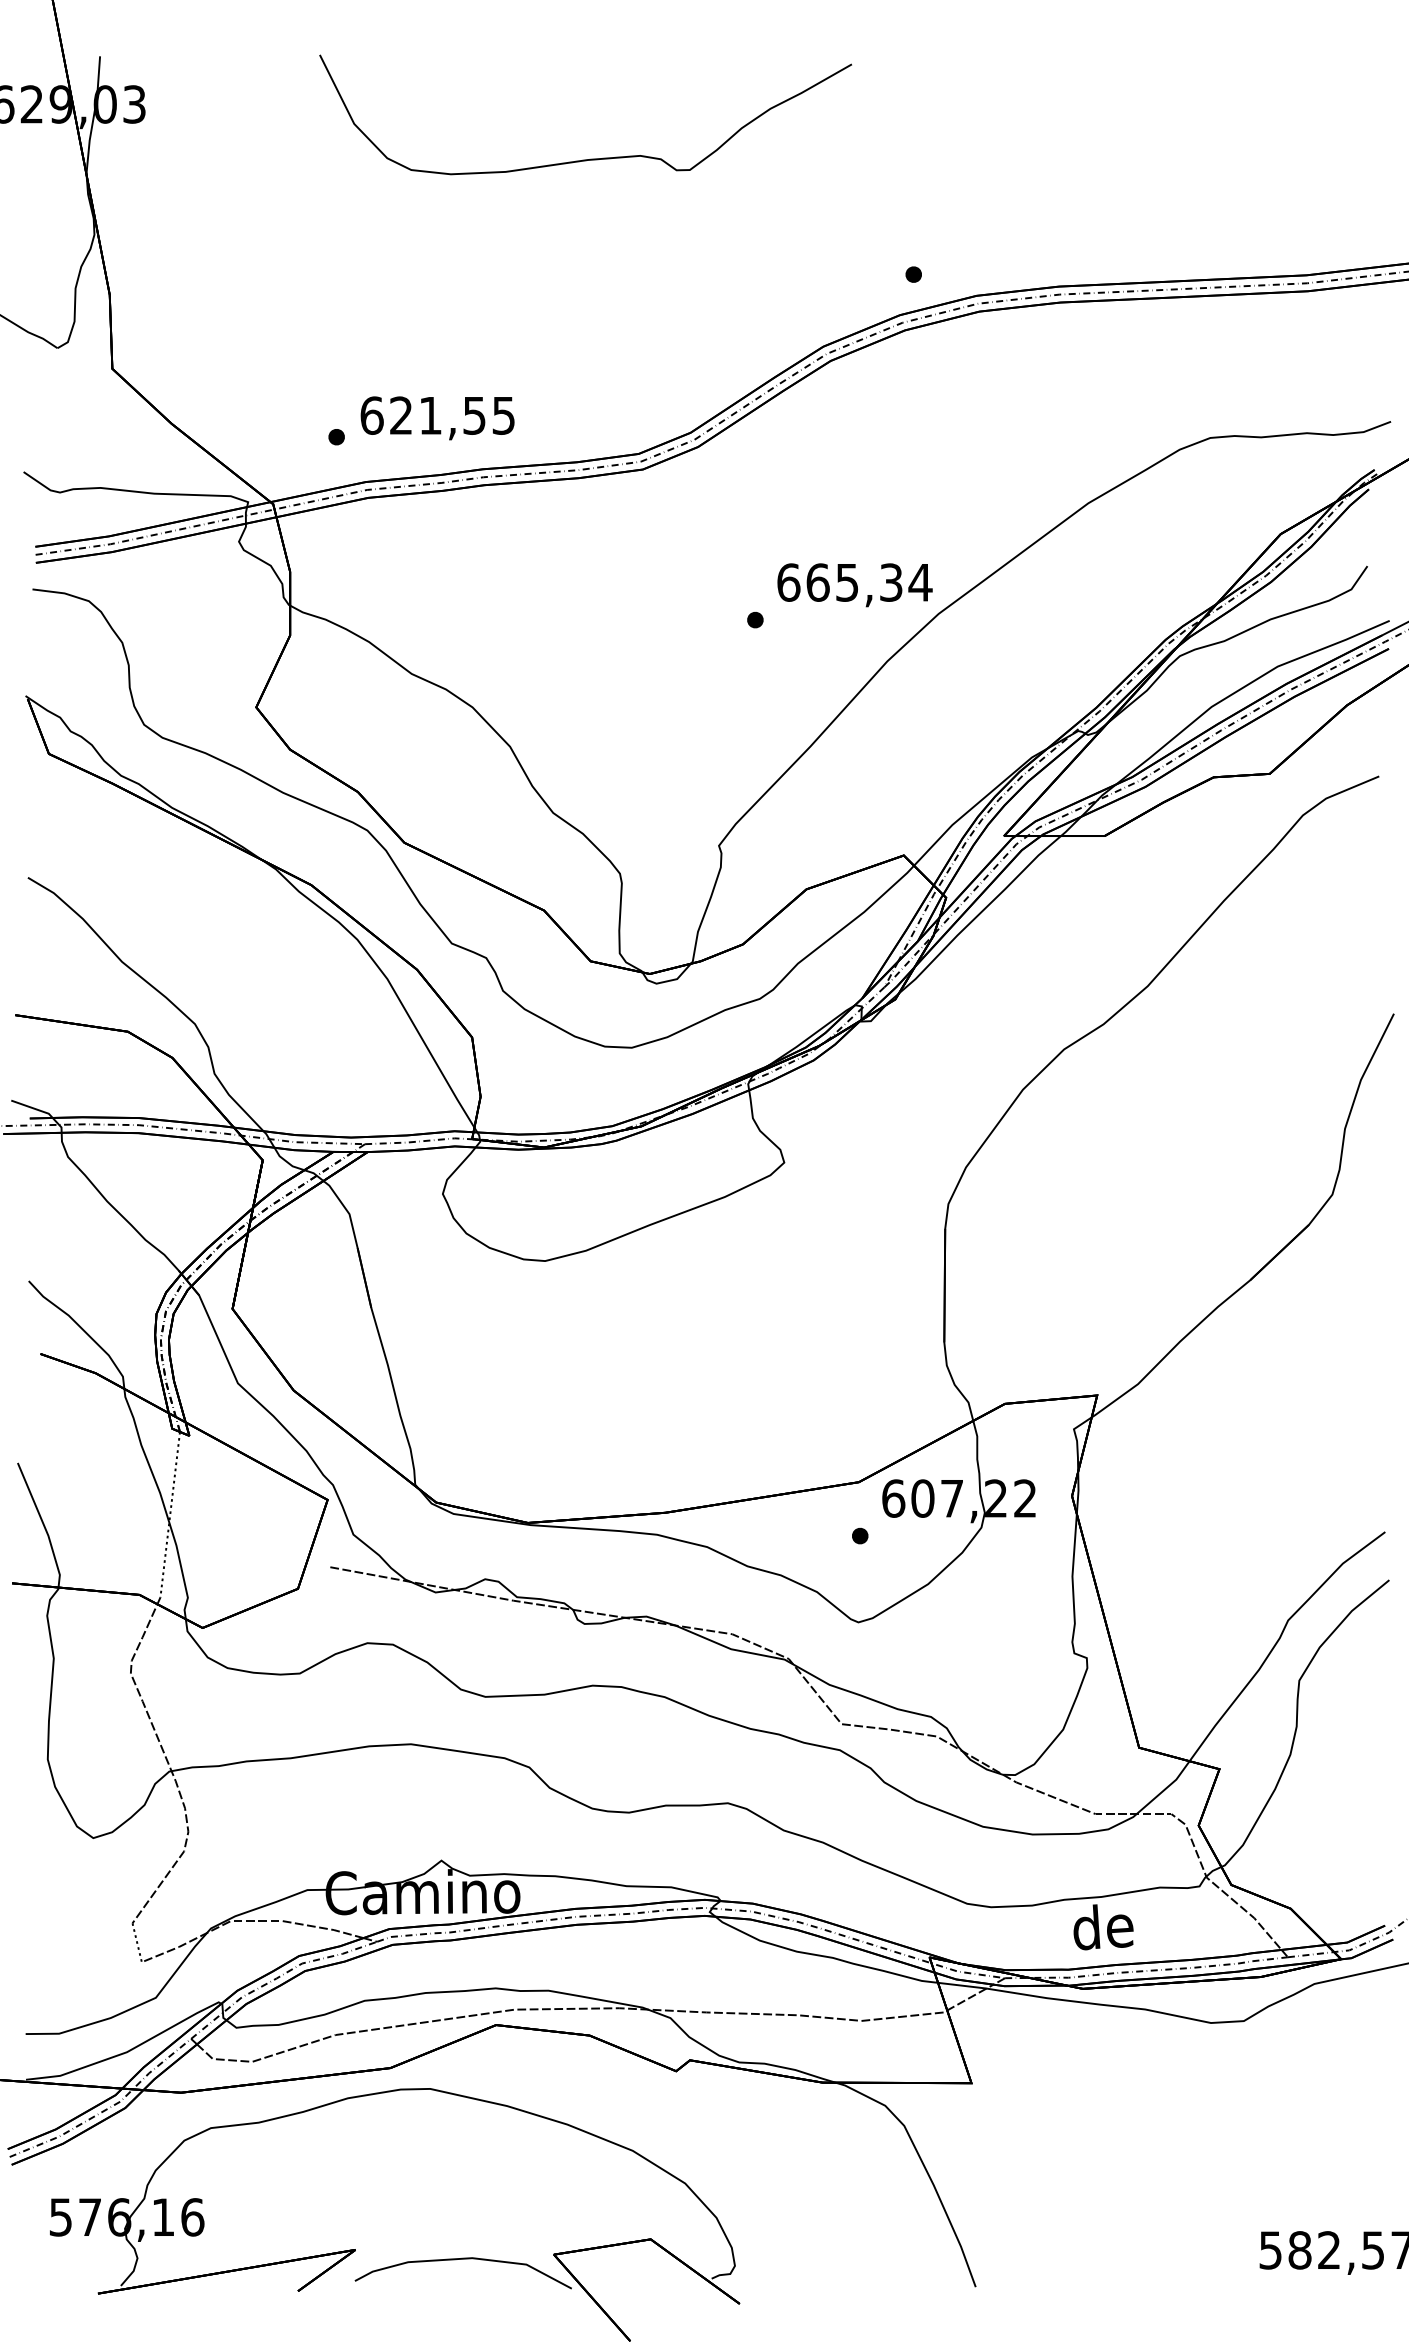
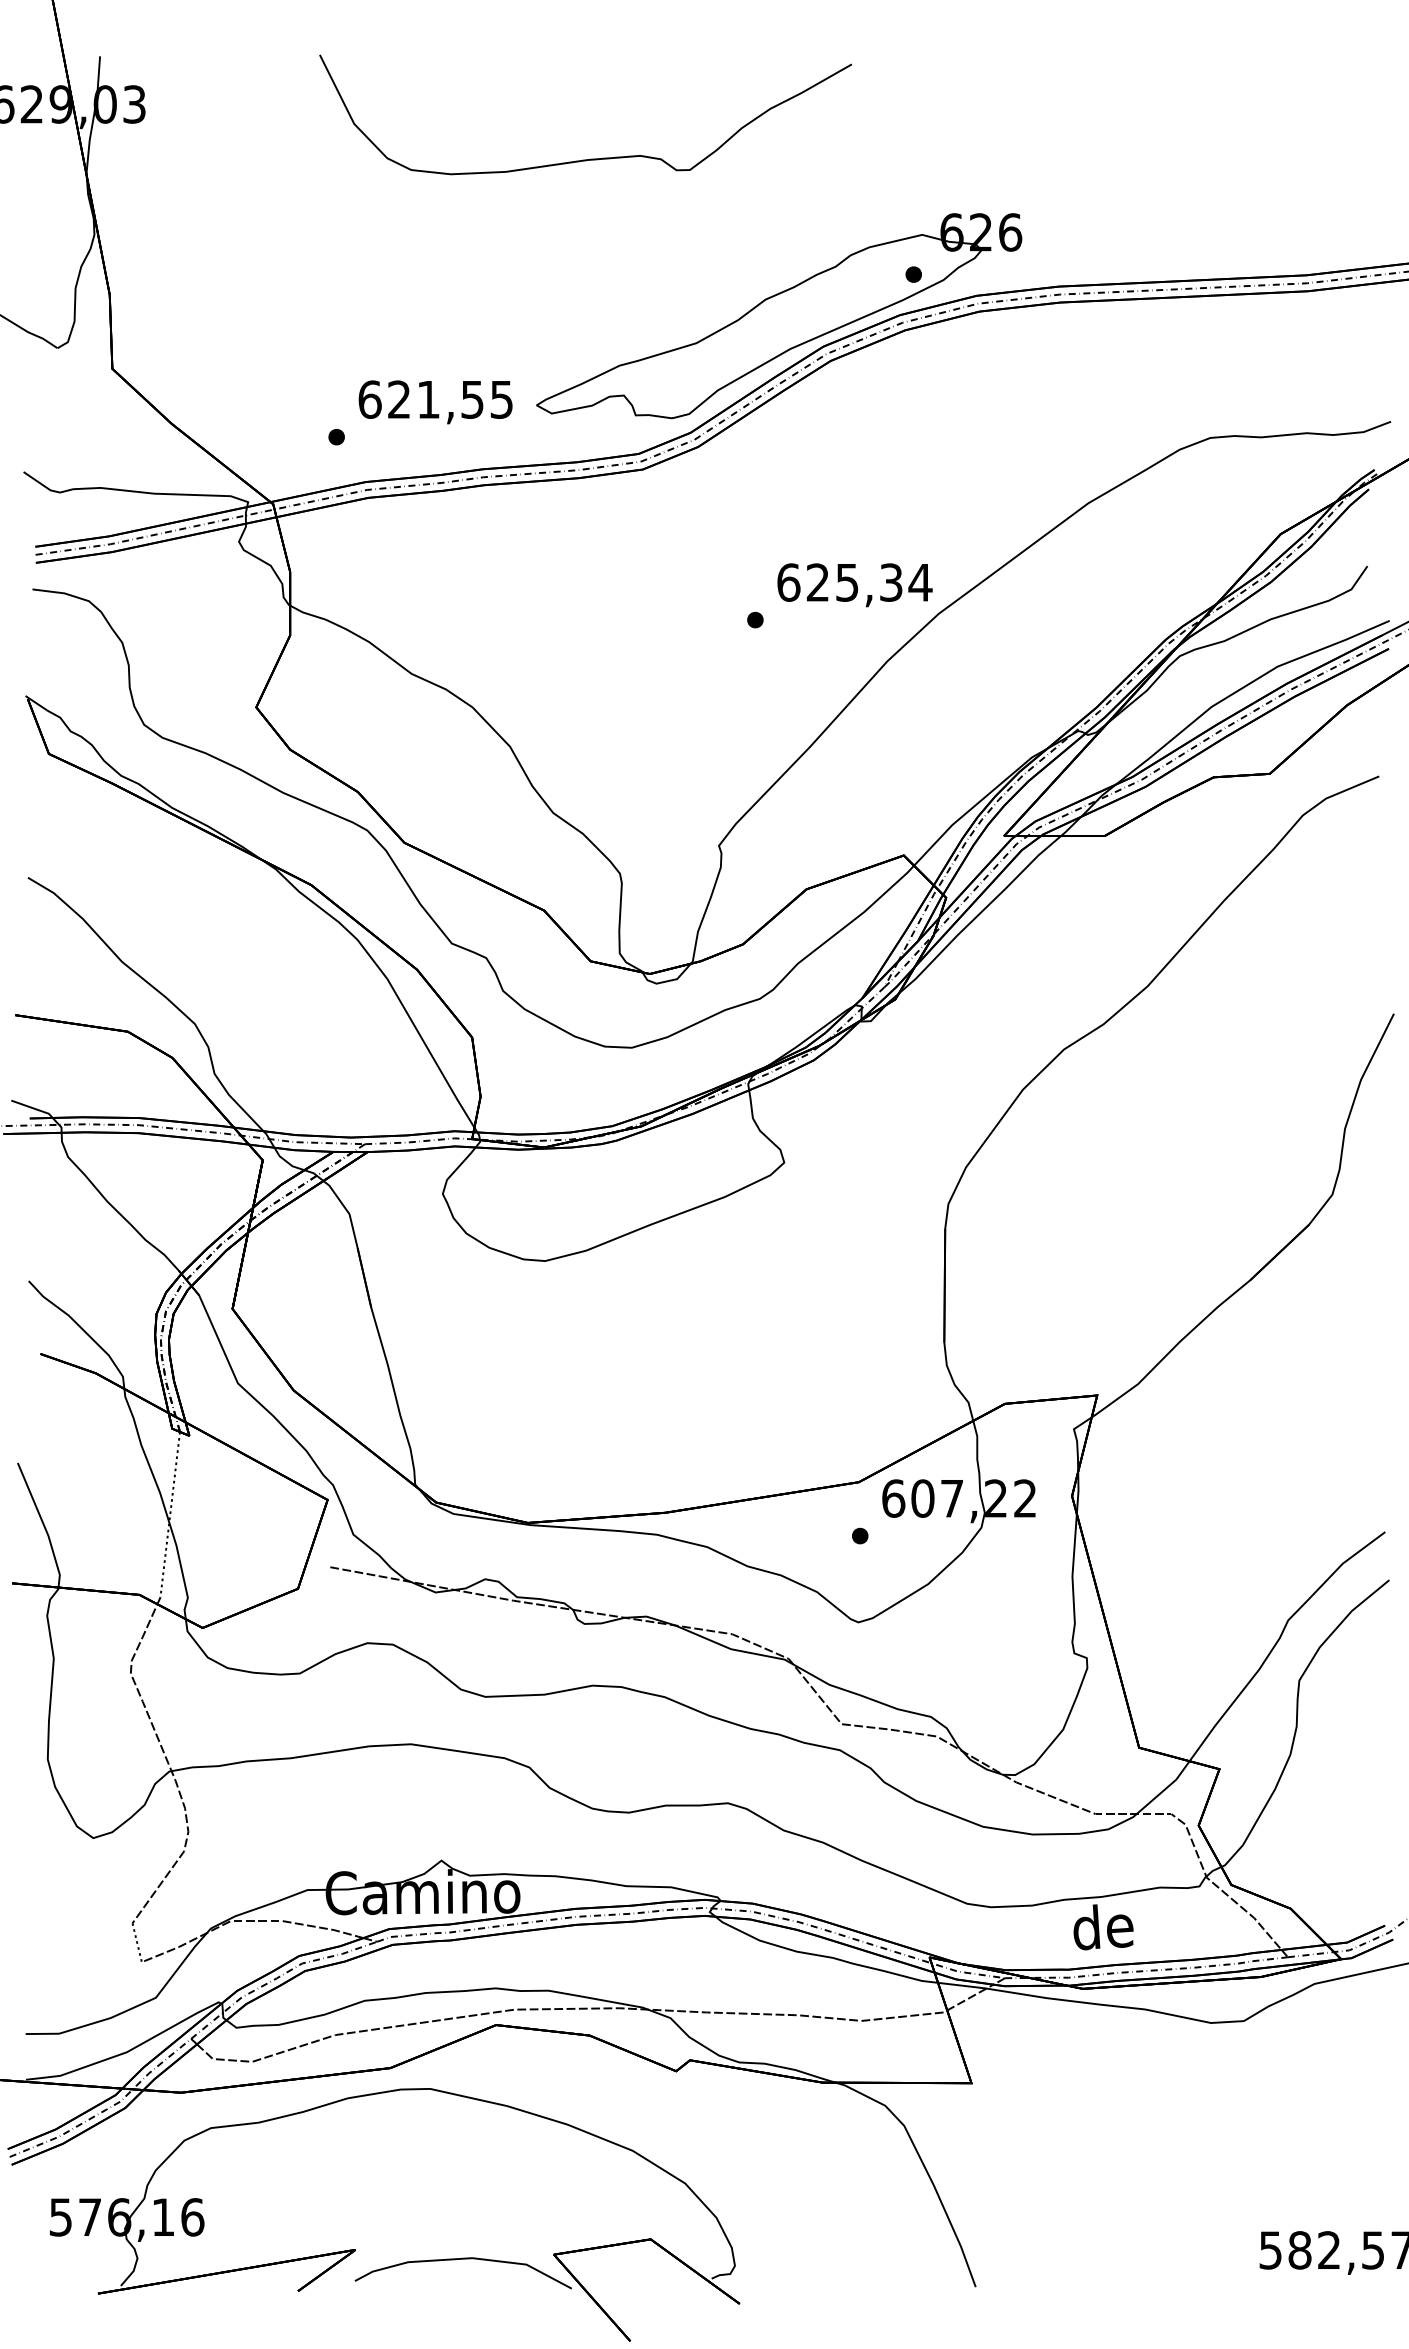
part at (779, 316): none -> present
text at (437, 418) position: (437, 418) -> (435, 402)
text at (817, 582): 665,34 -> 625,34
